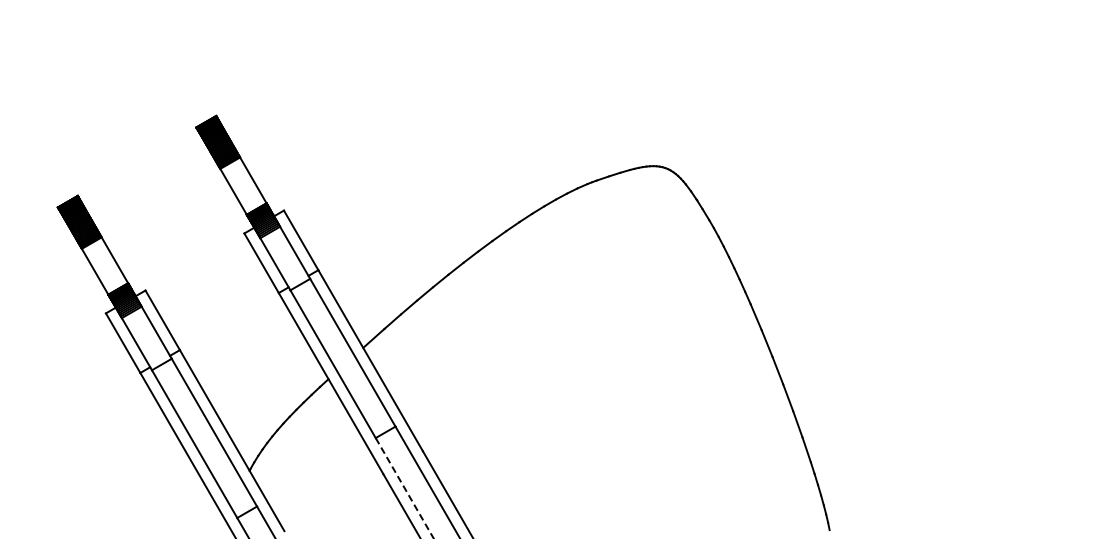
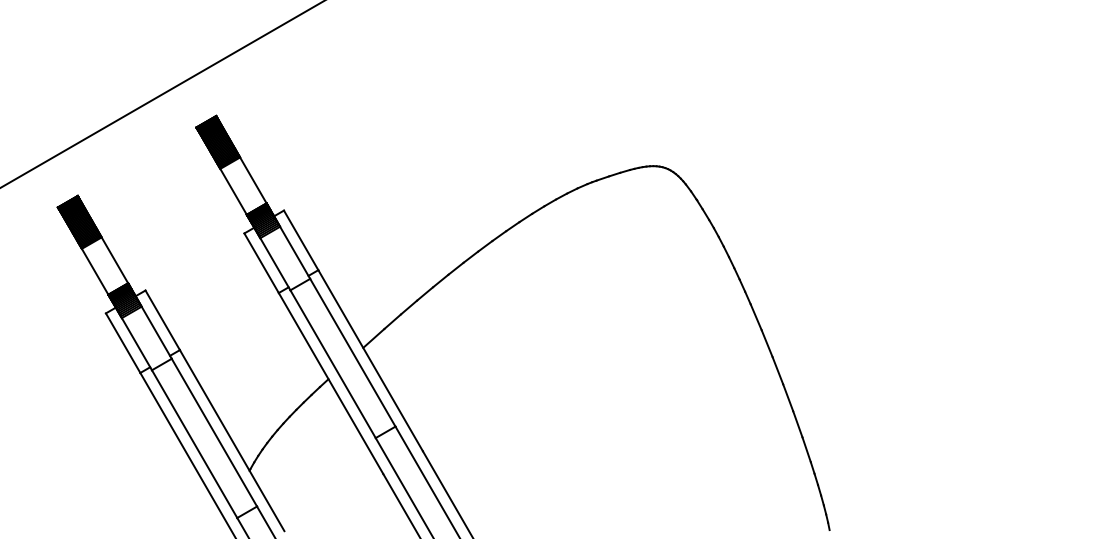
line at (161, 94): none -> present
line at (404, 488): dashed -> solid
